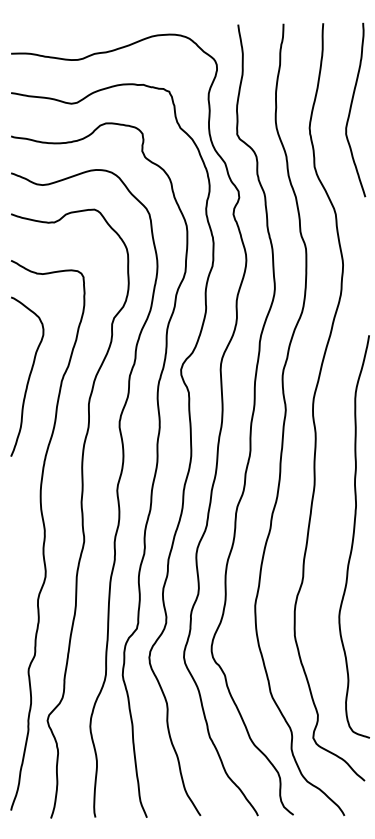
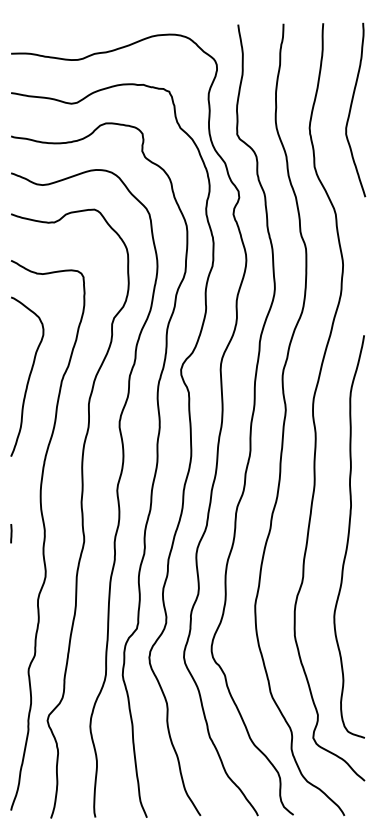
line at (11, 533): none -> present
curve at (353, 536) position: (353, 536) -> (348, 536)
